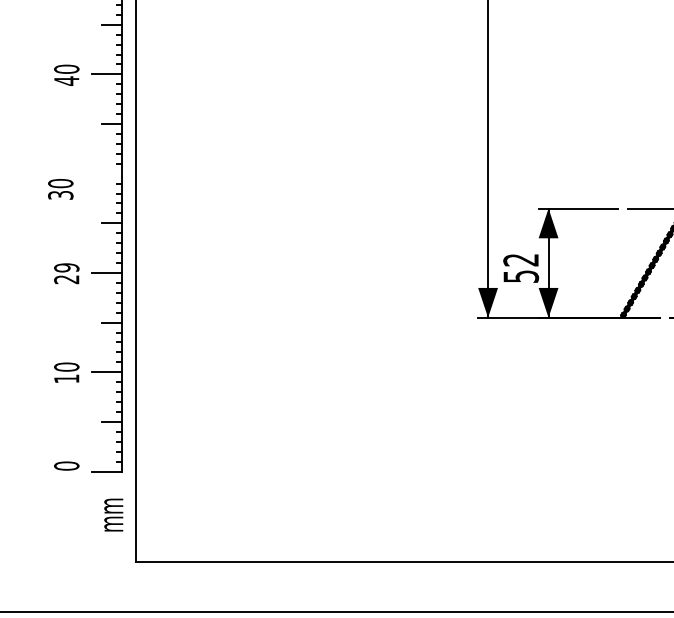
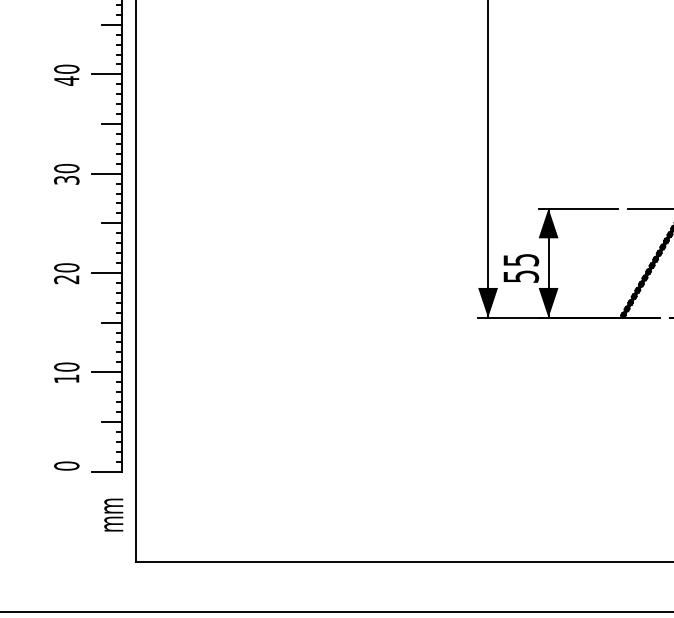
line at (107, 173): none -> present
text at (60, 189) position: (60, 189) -> (66, 174)
text at (521, 260): 52 -> 55
text at (66, 267): 29 -> 20
